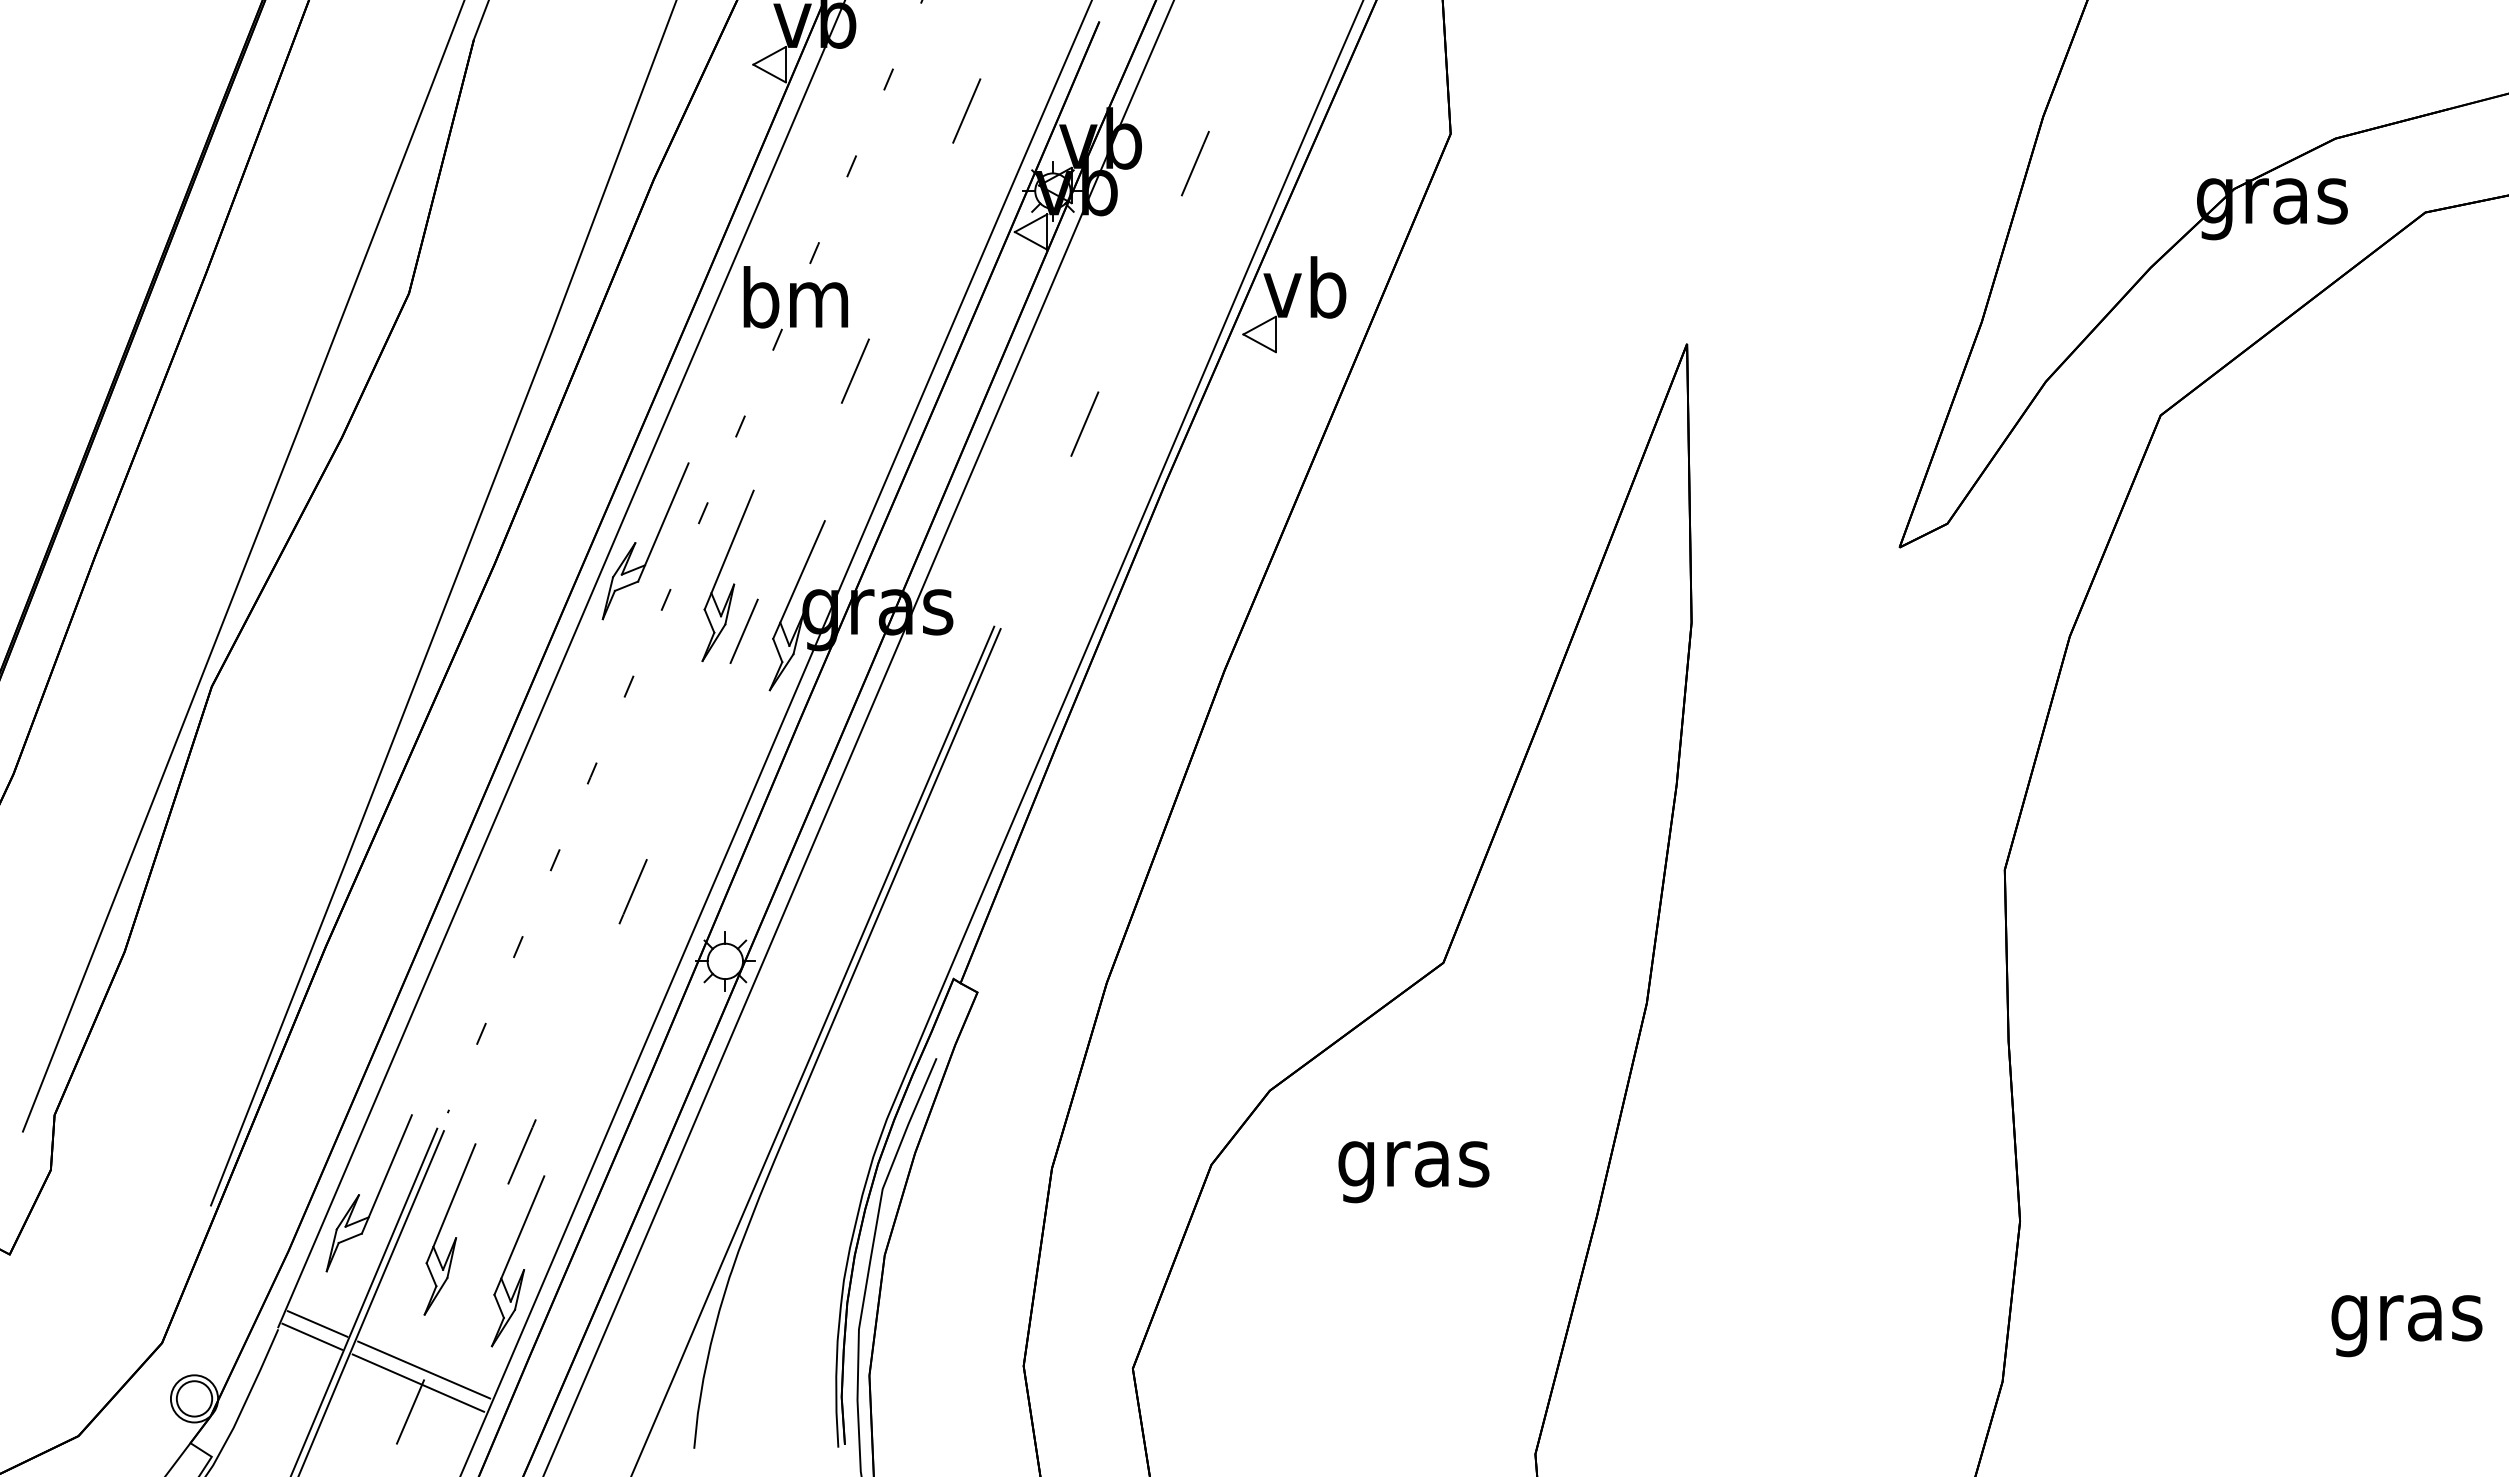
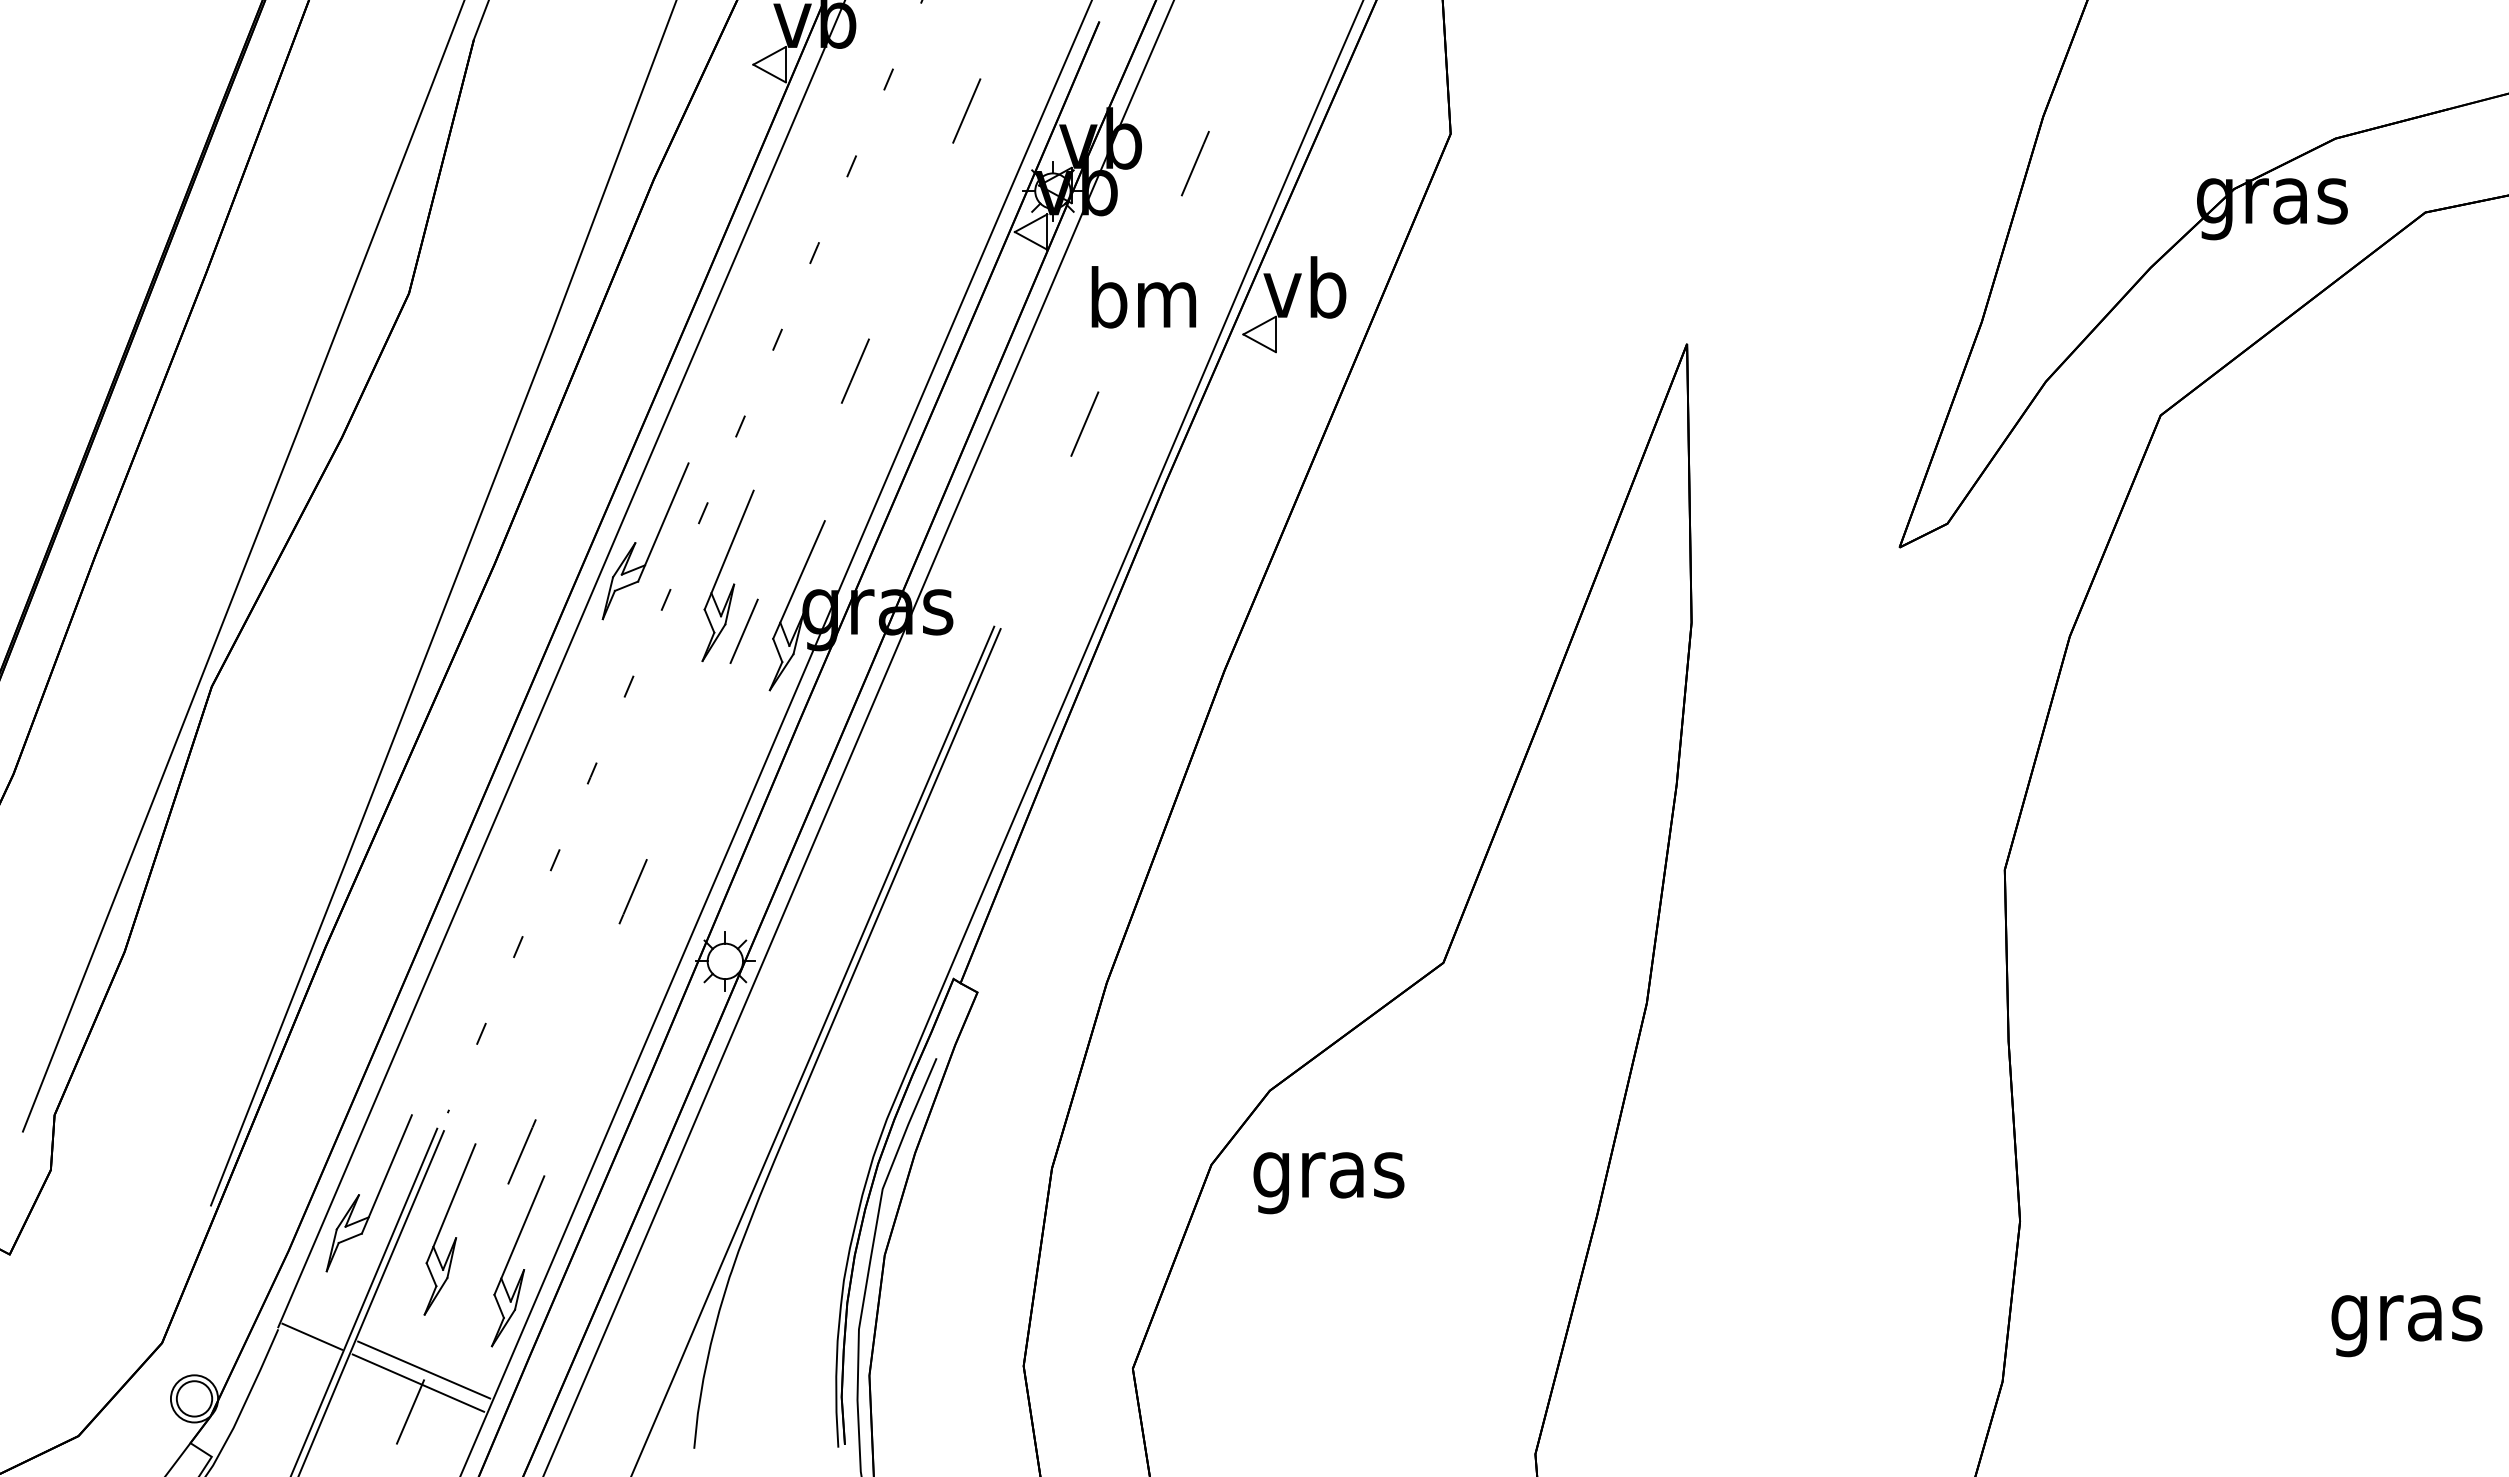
text at (795, 297) position: (795, 297) -> (1143, 297)
text at (1413, 1172) position: (1413, 1172) -> (1328, 1183)
line at (317, 1323): present -> none
